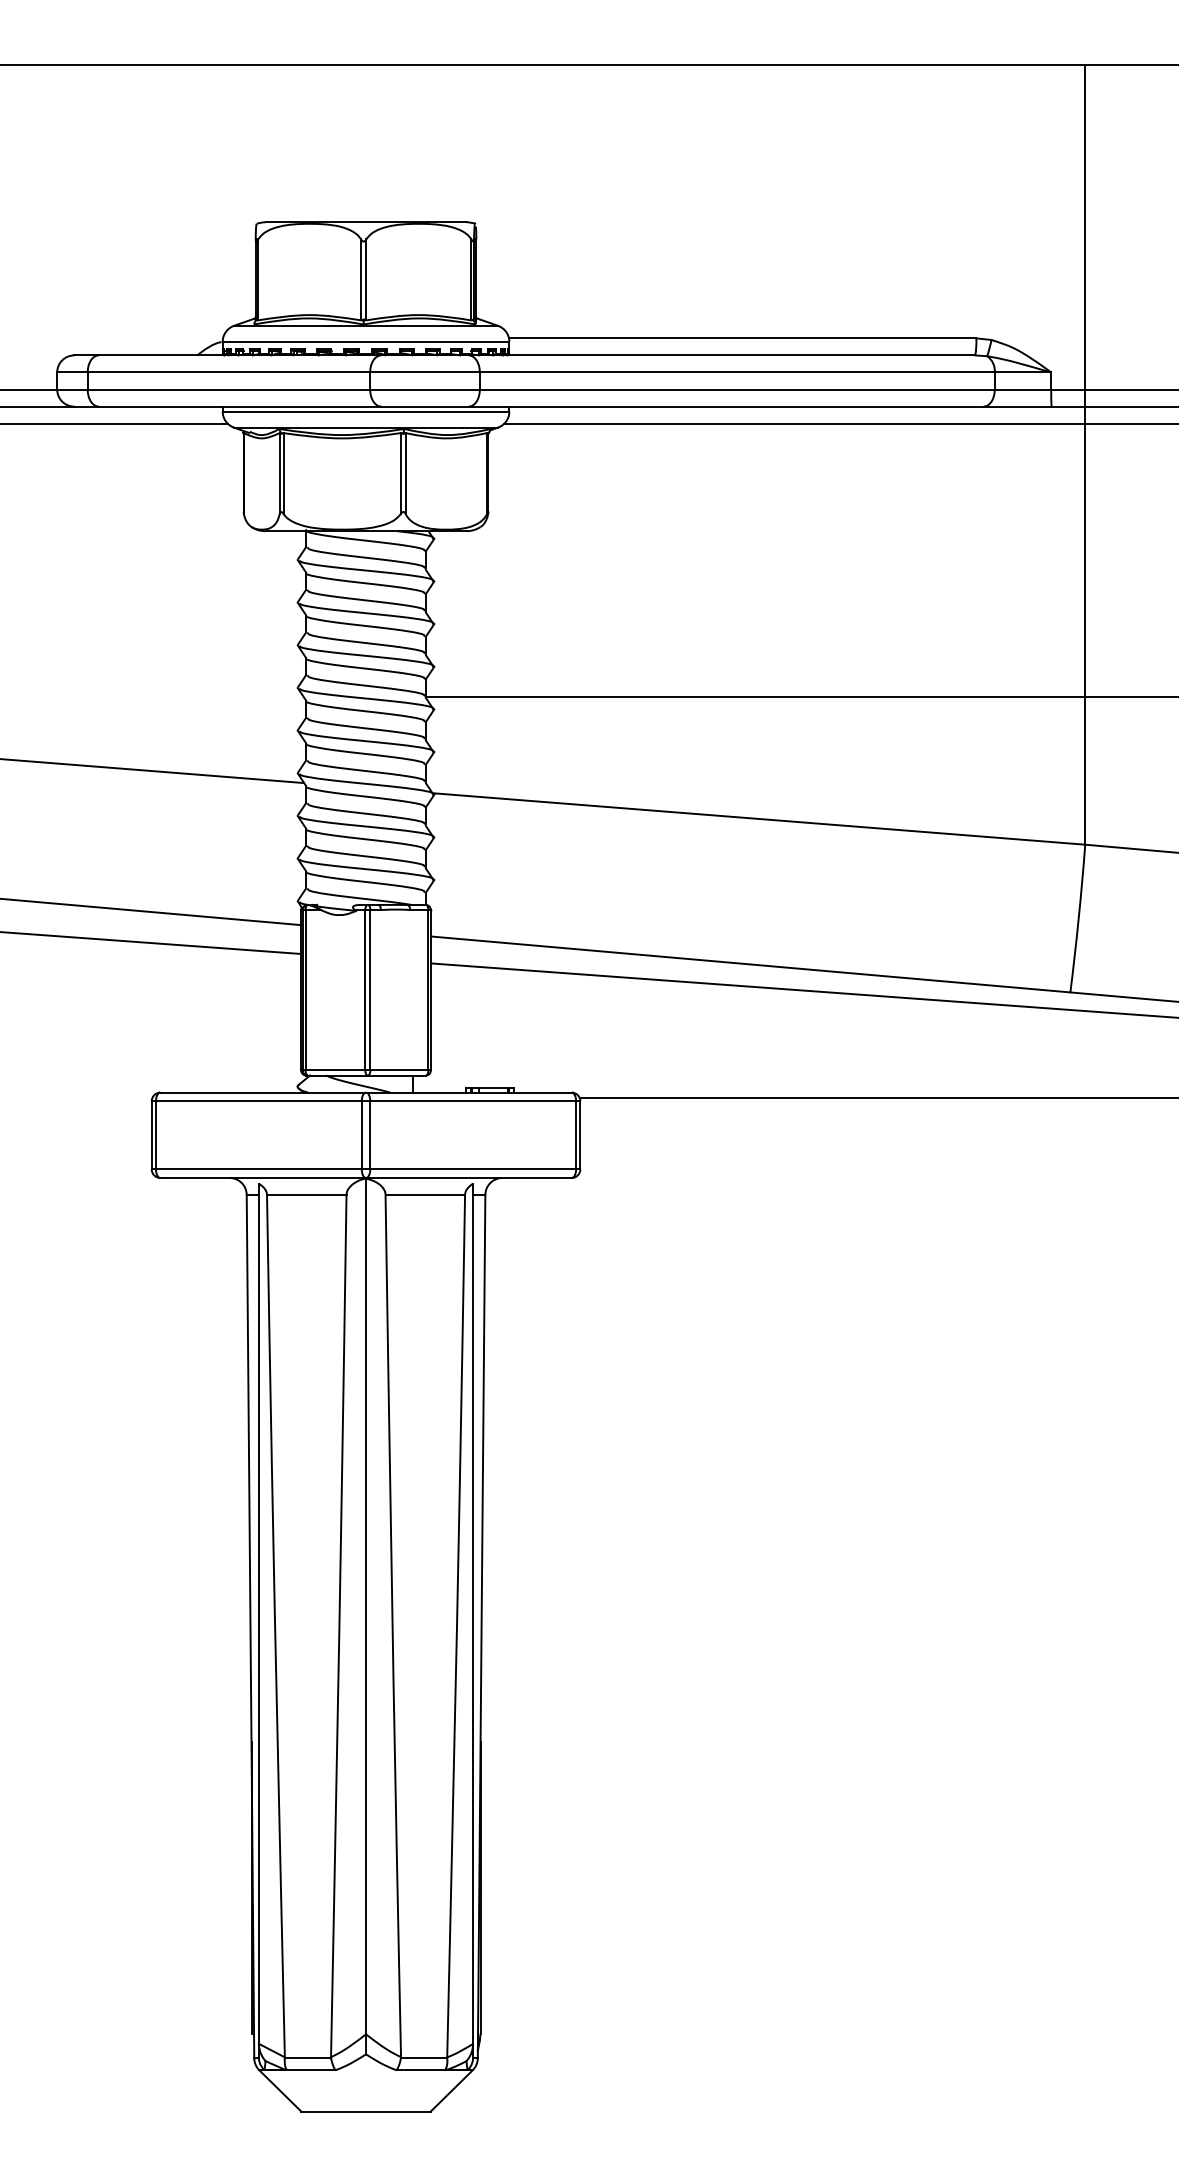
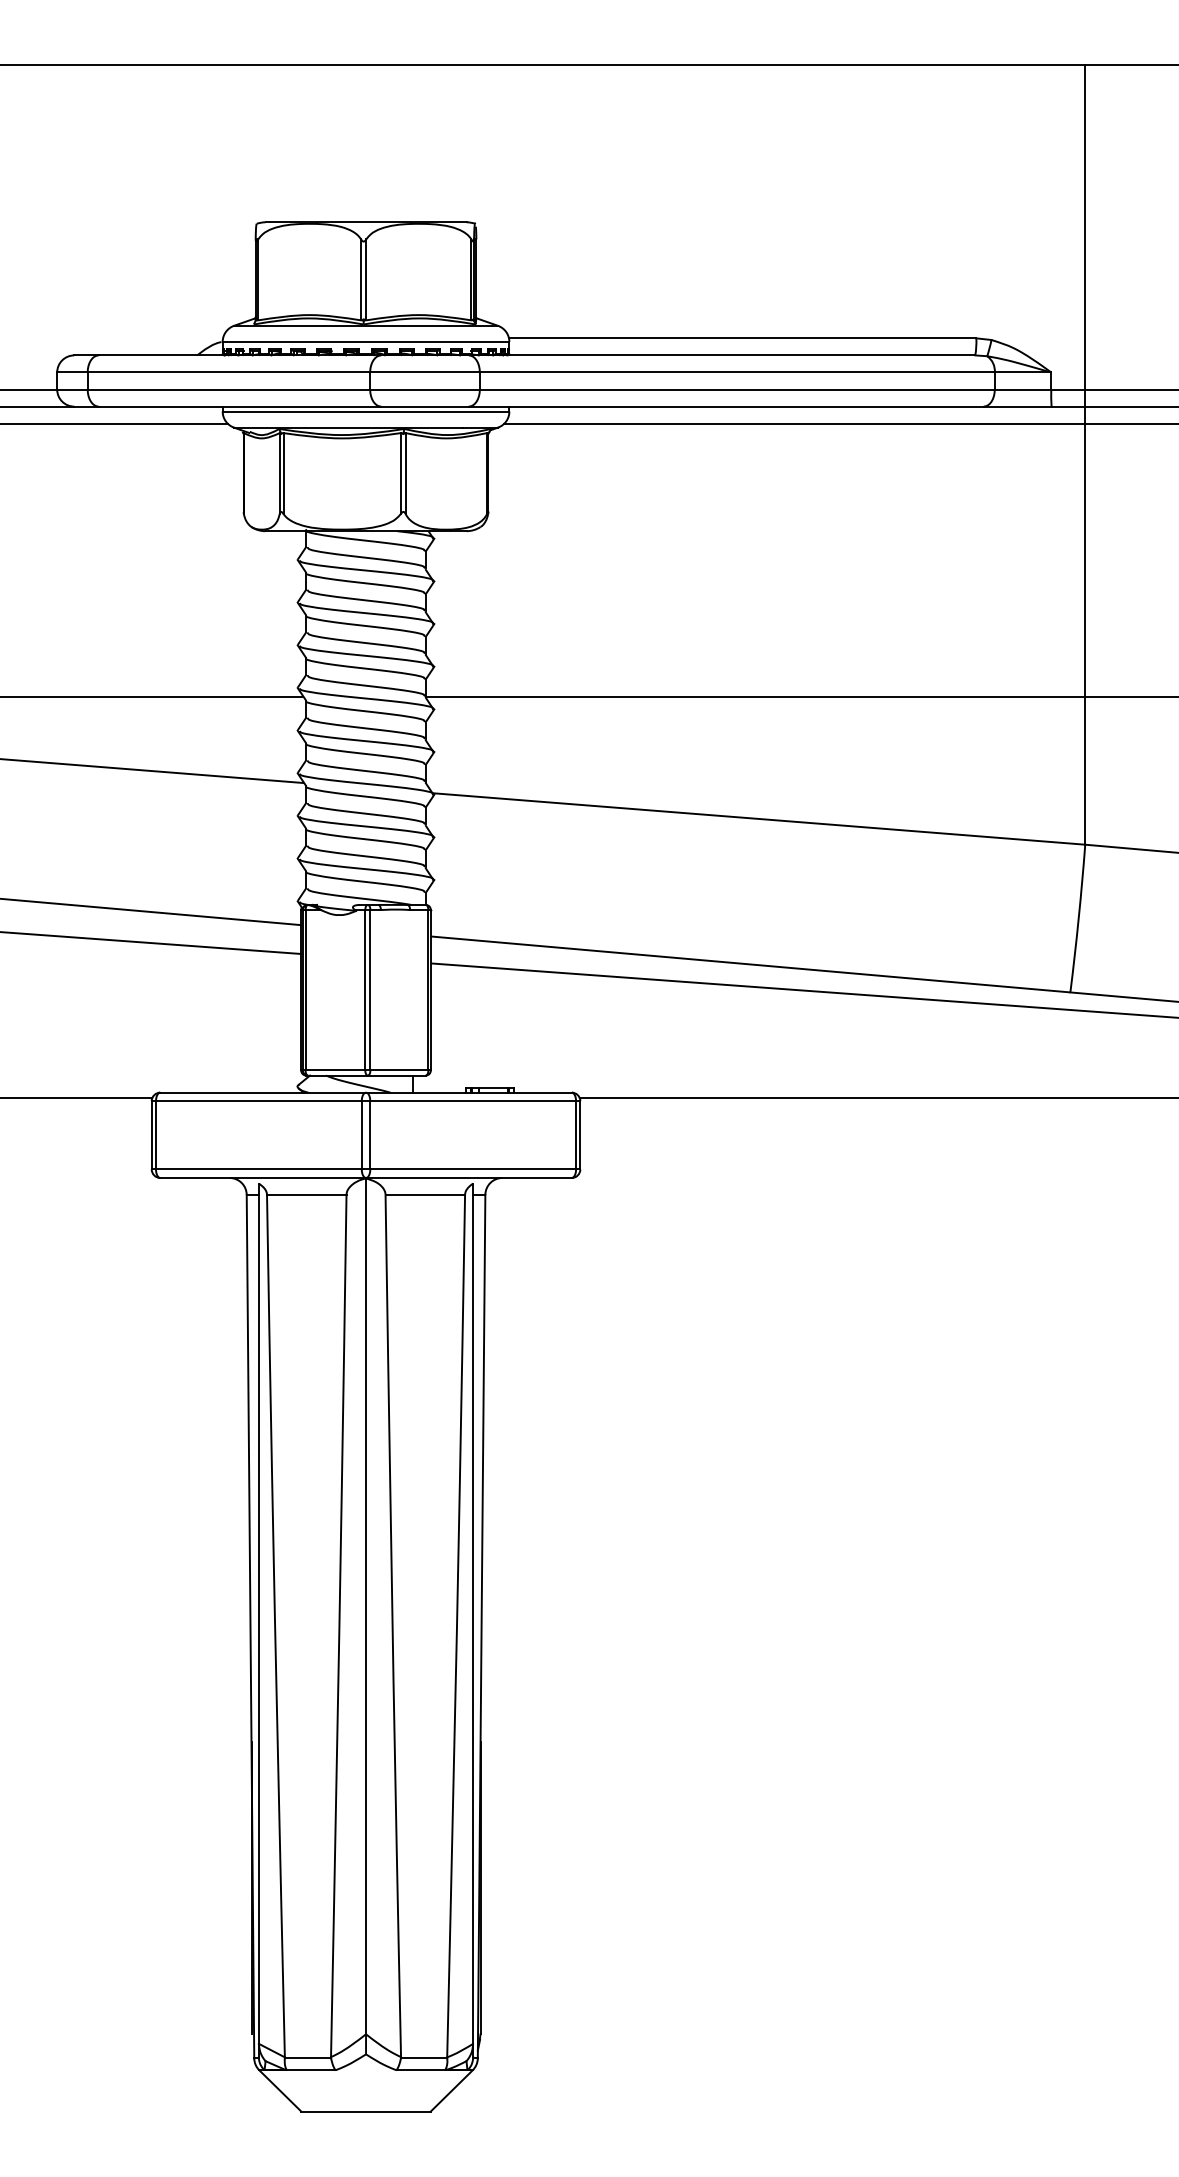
line at (152, 696): none -> present
line at (77, 1097): none -> present
